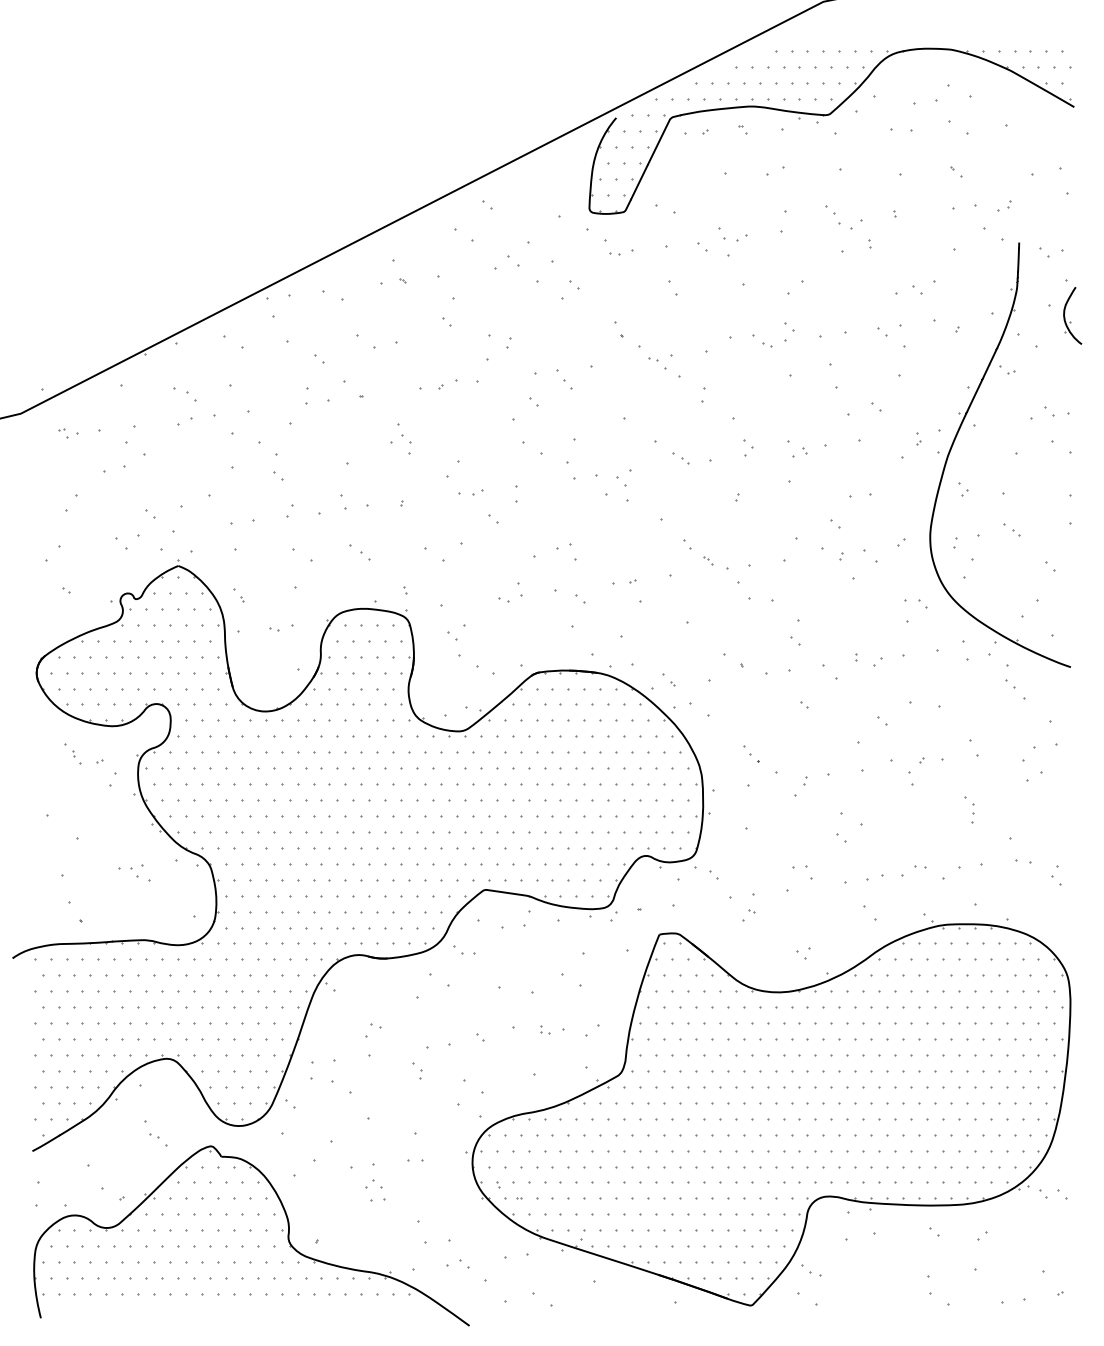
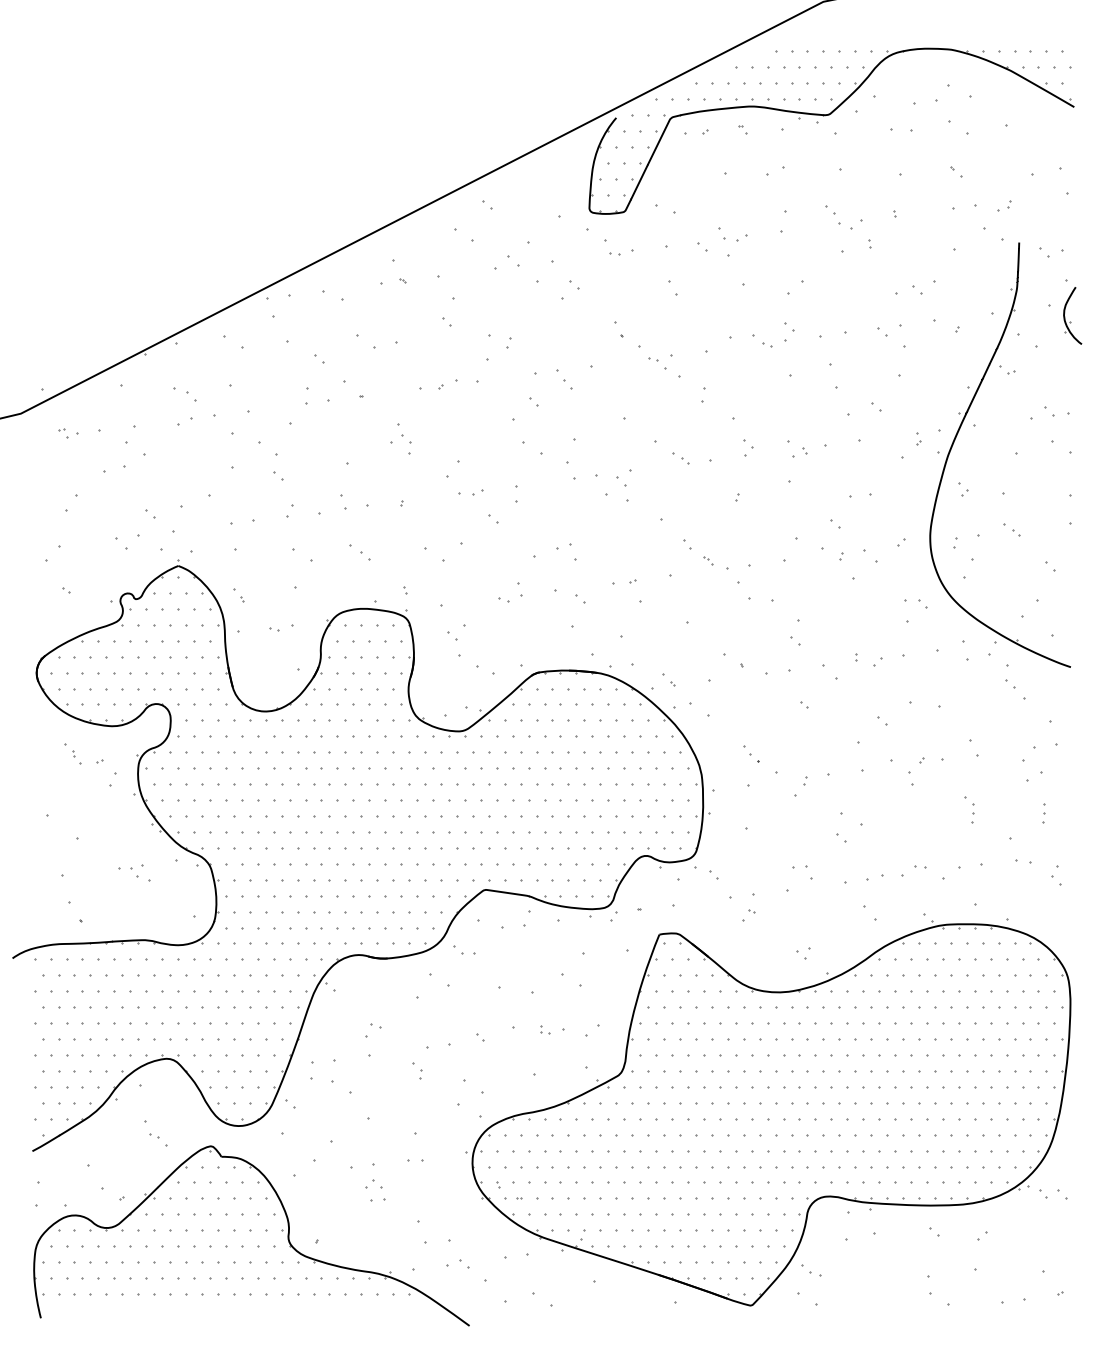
part at (1043, 813): none -> present
